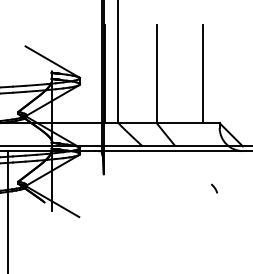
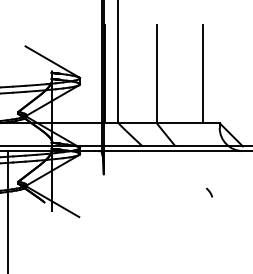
curve at (214, 188) position: (214, 188) -> (209, 192)
